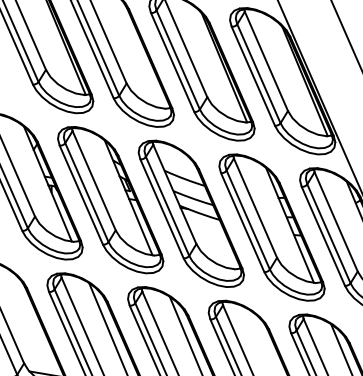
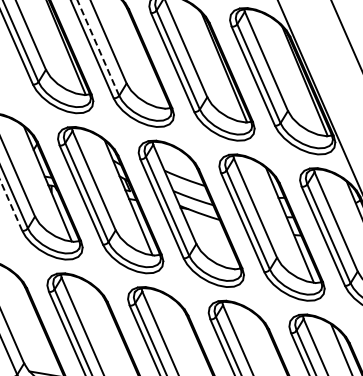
line at (98, 47): solid -> dashed
line at (11, 205): solid -> dashed
line at (107, 327): present -> none
line at (185, 334): present -> none
